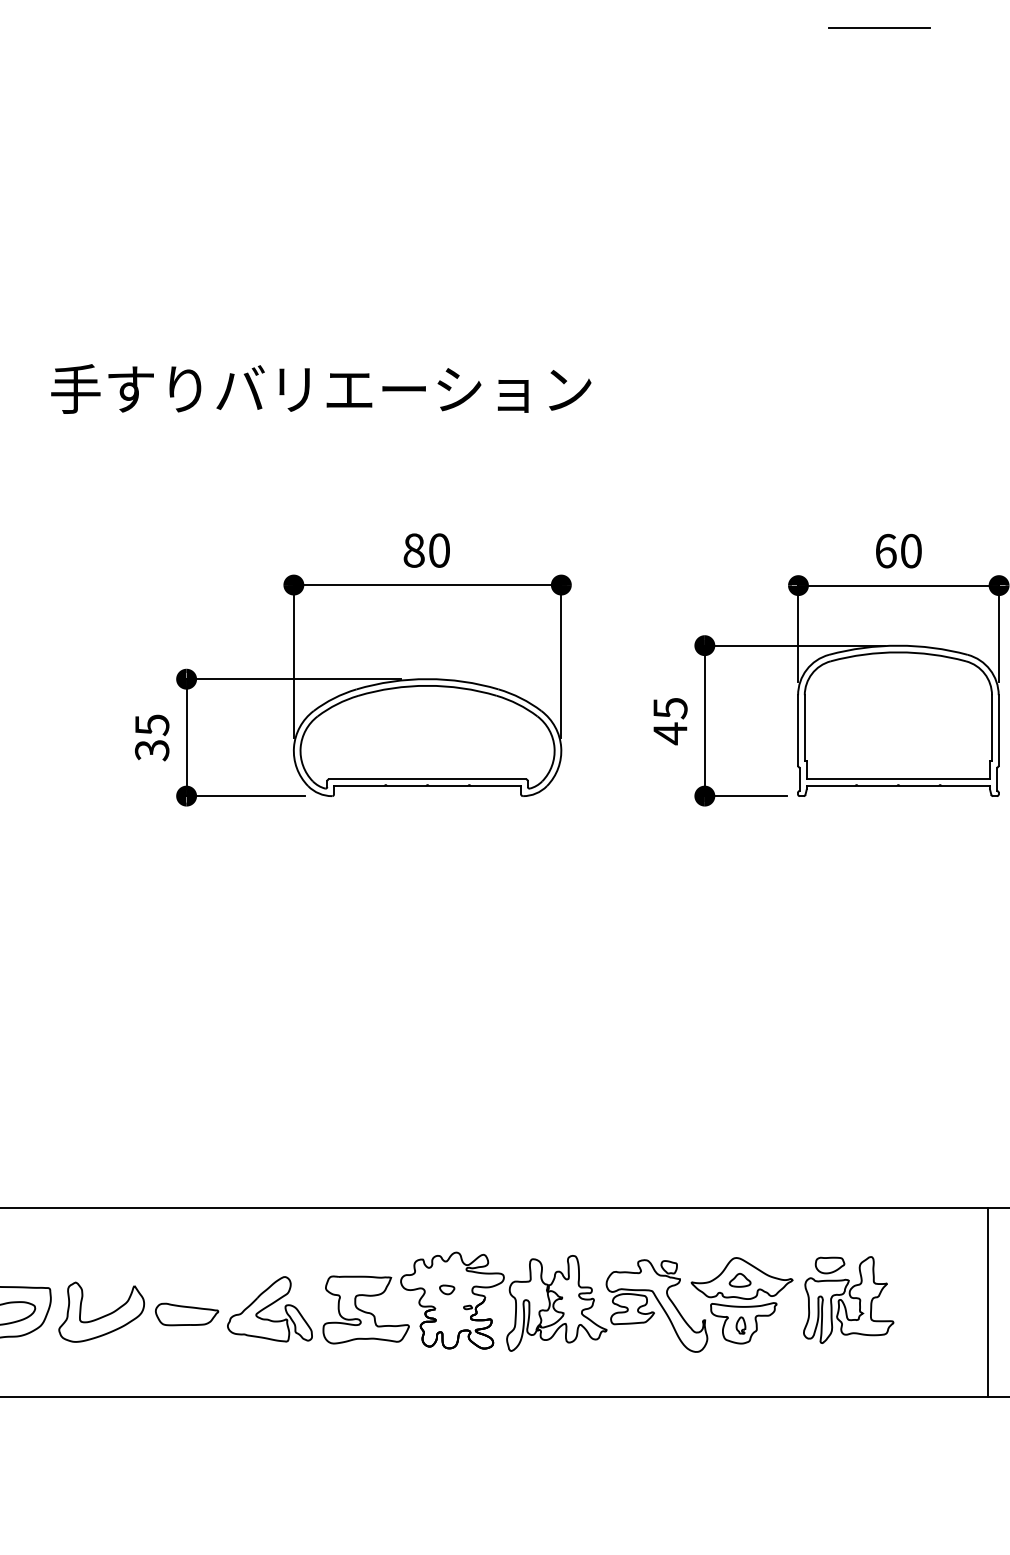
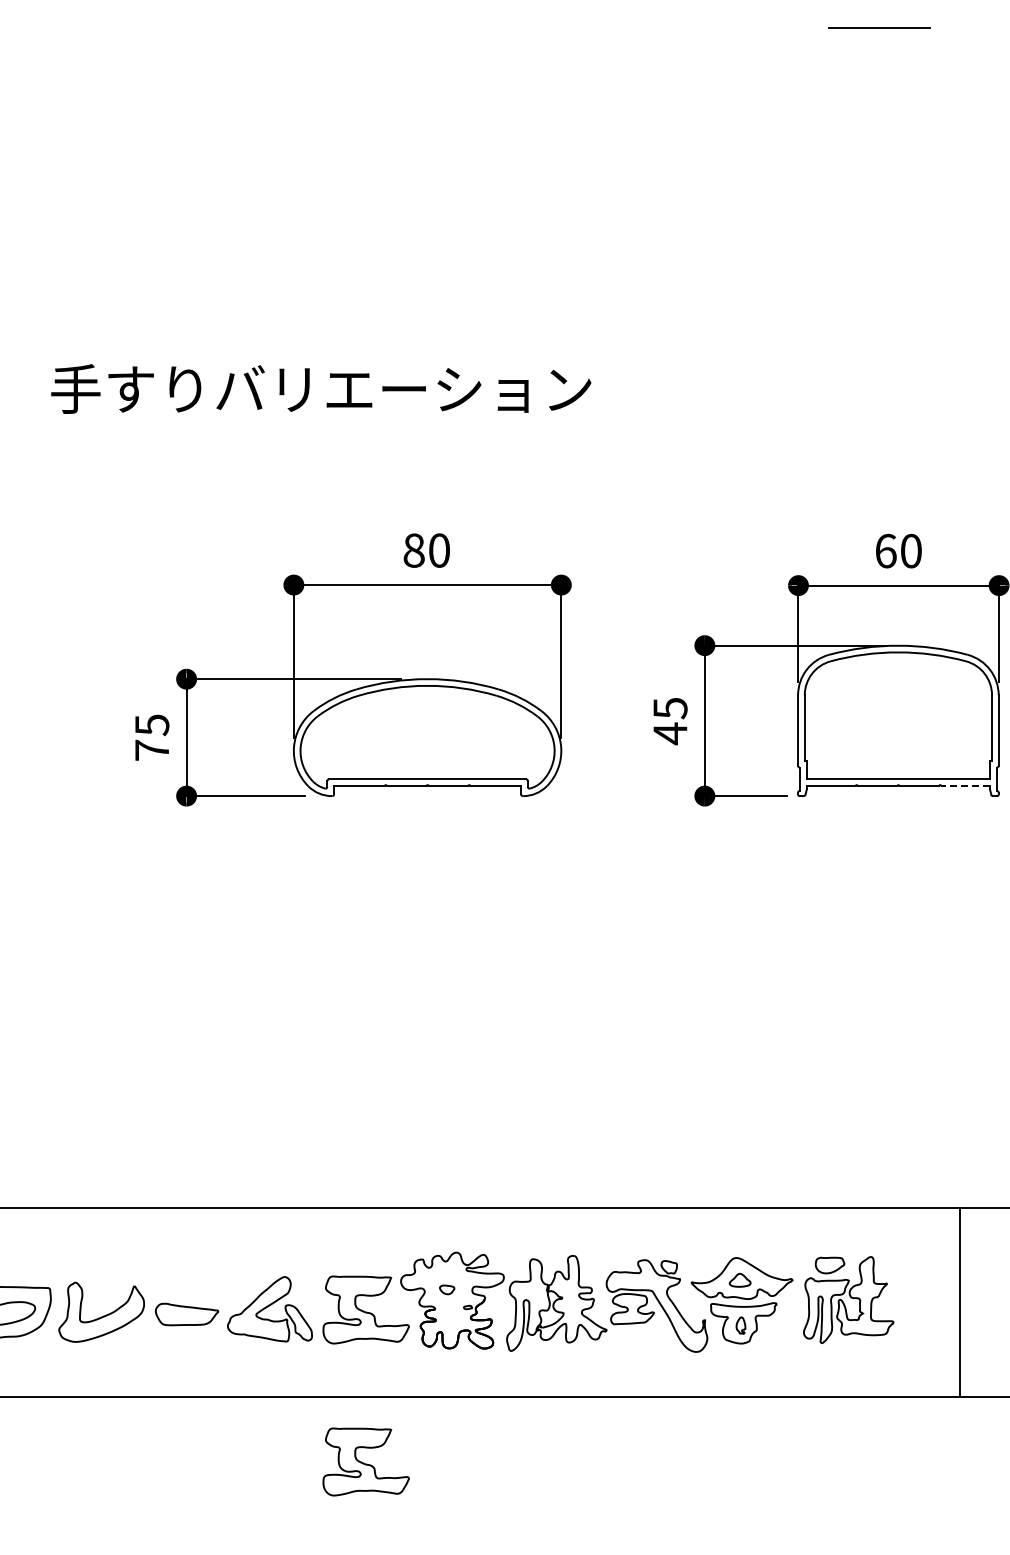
text at (151, 750): 35 -> 75
line at (965, 786): solid -> dashed
line at (987, 1302) position: (987, 1302) -> (959, 1302)
curve at (365, 1463): none -> present
